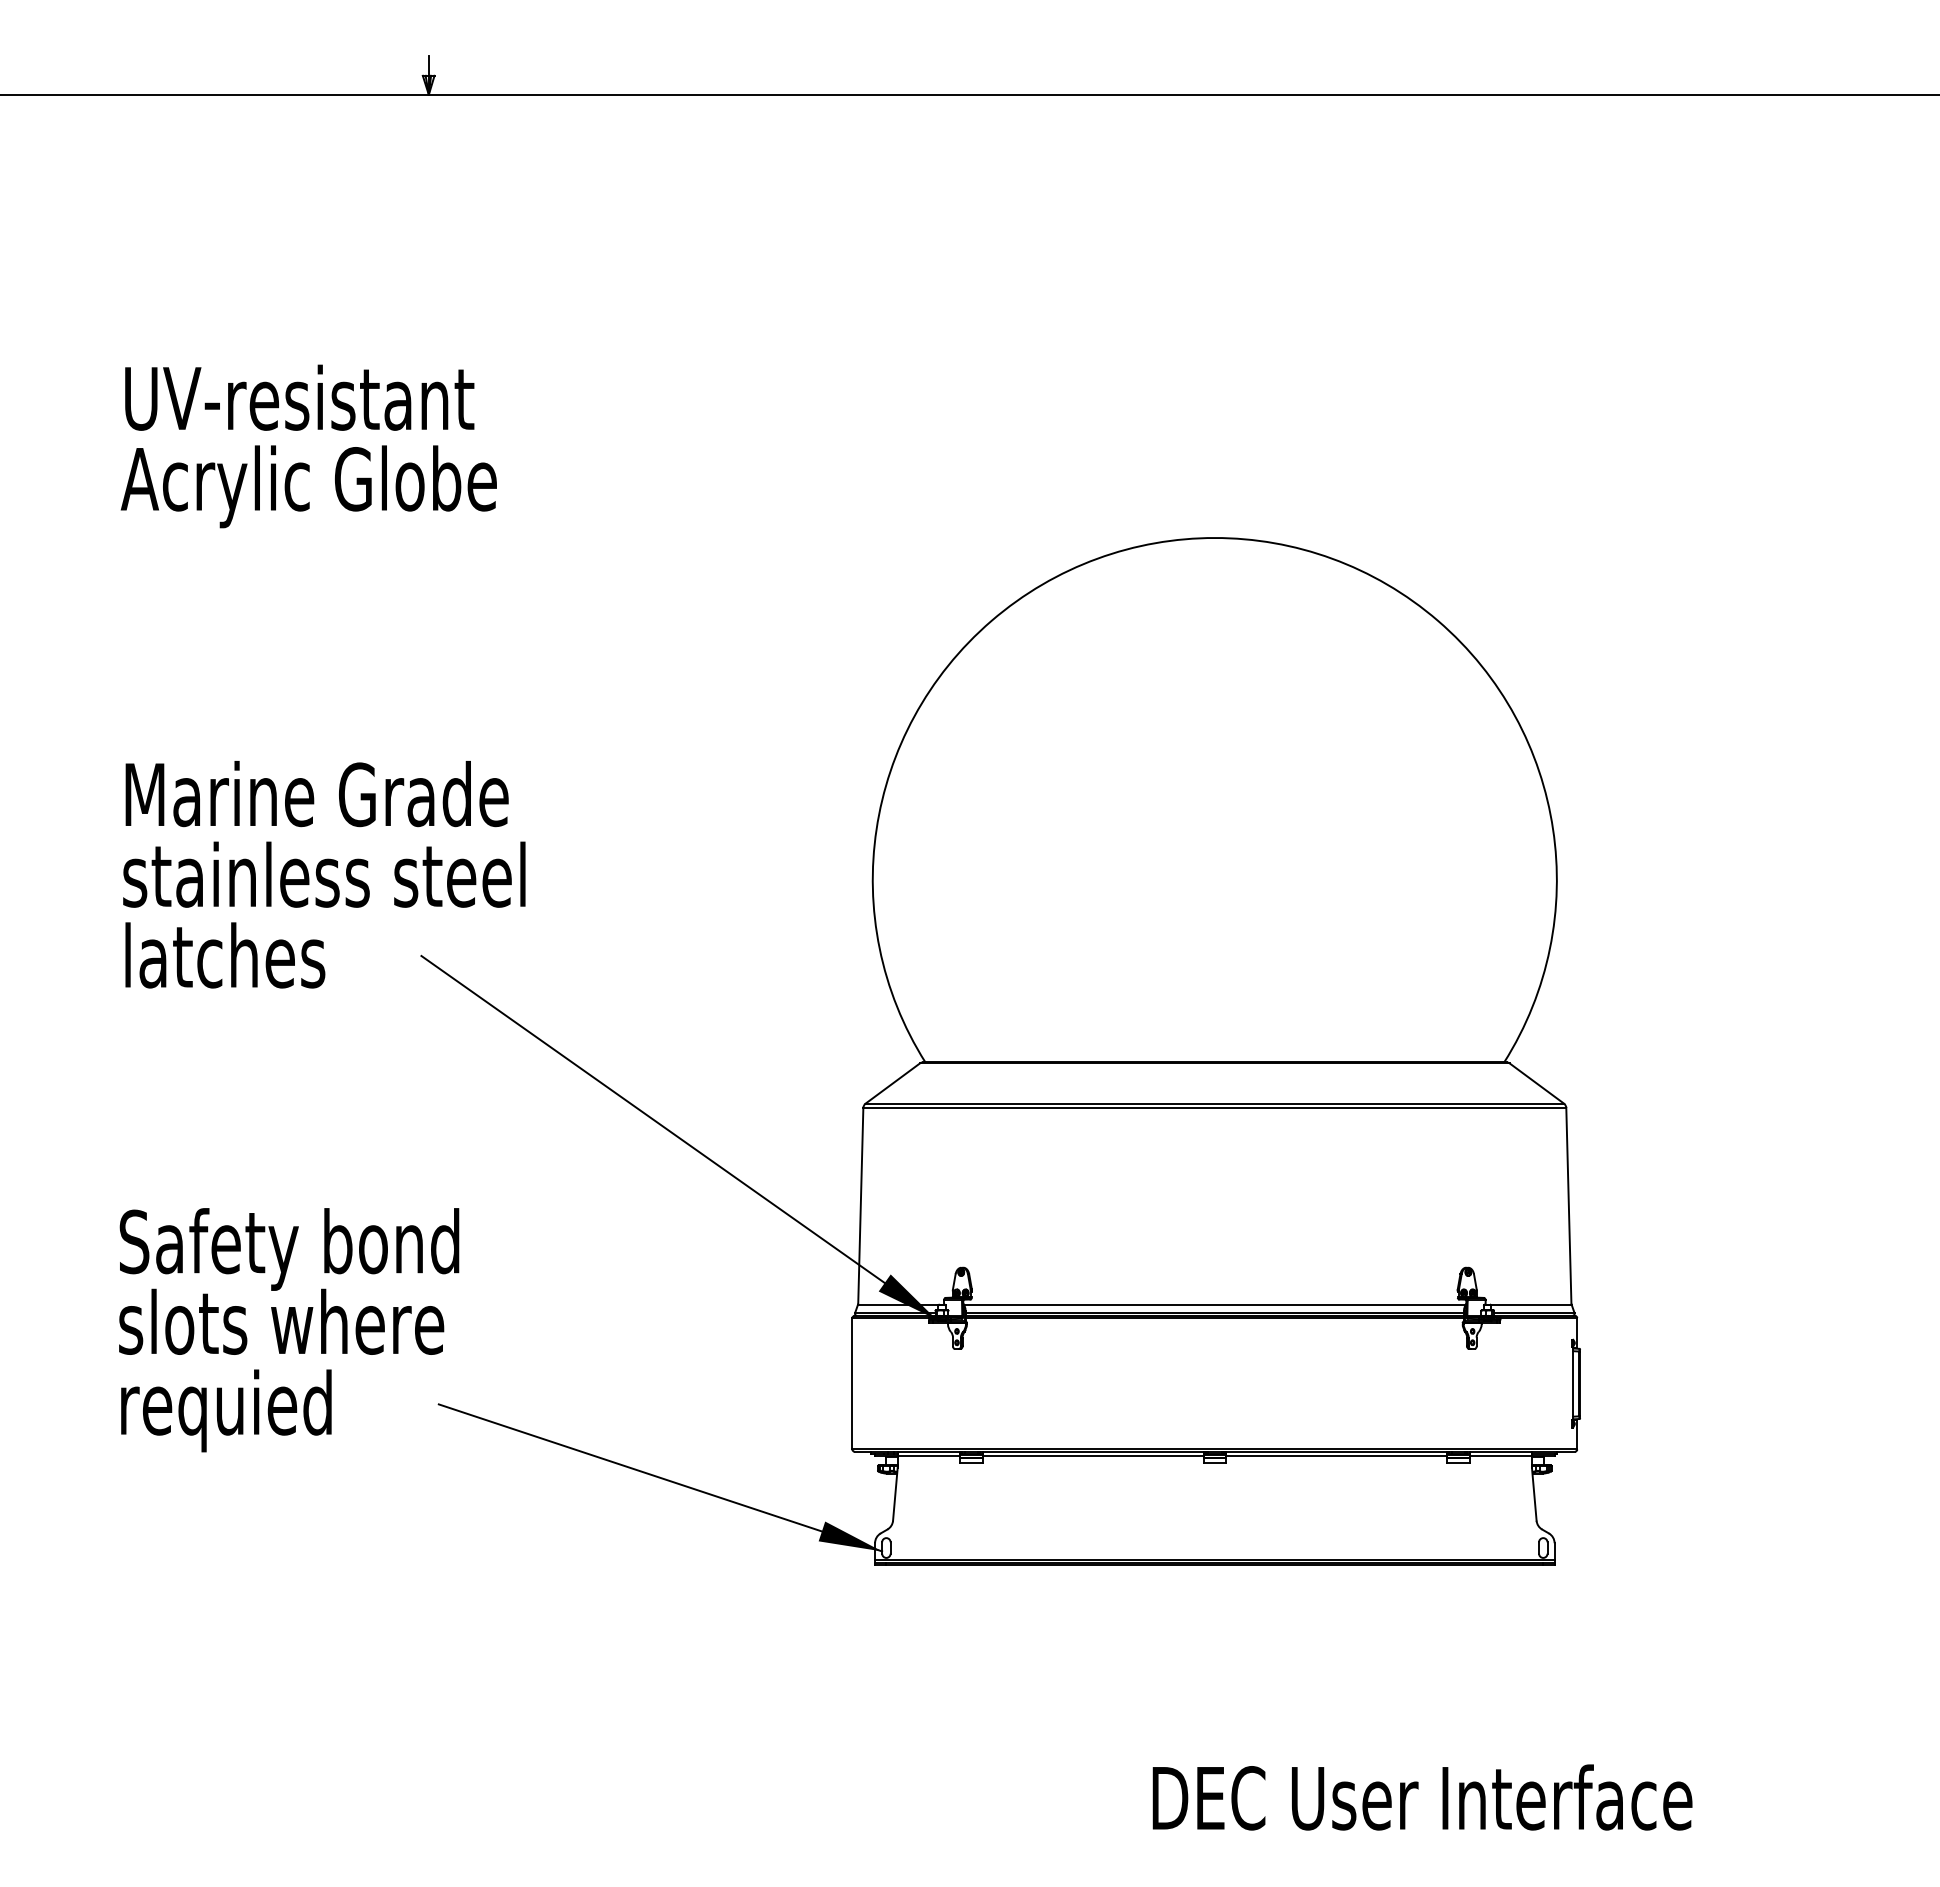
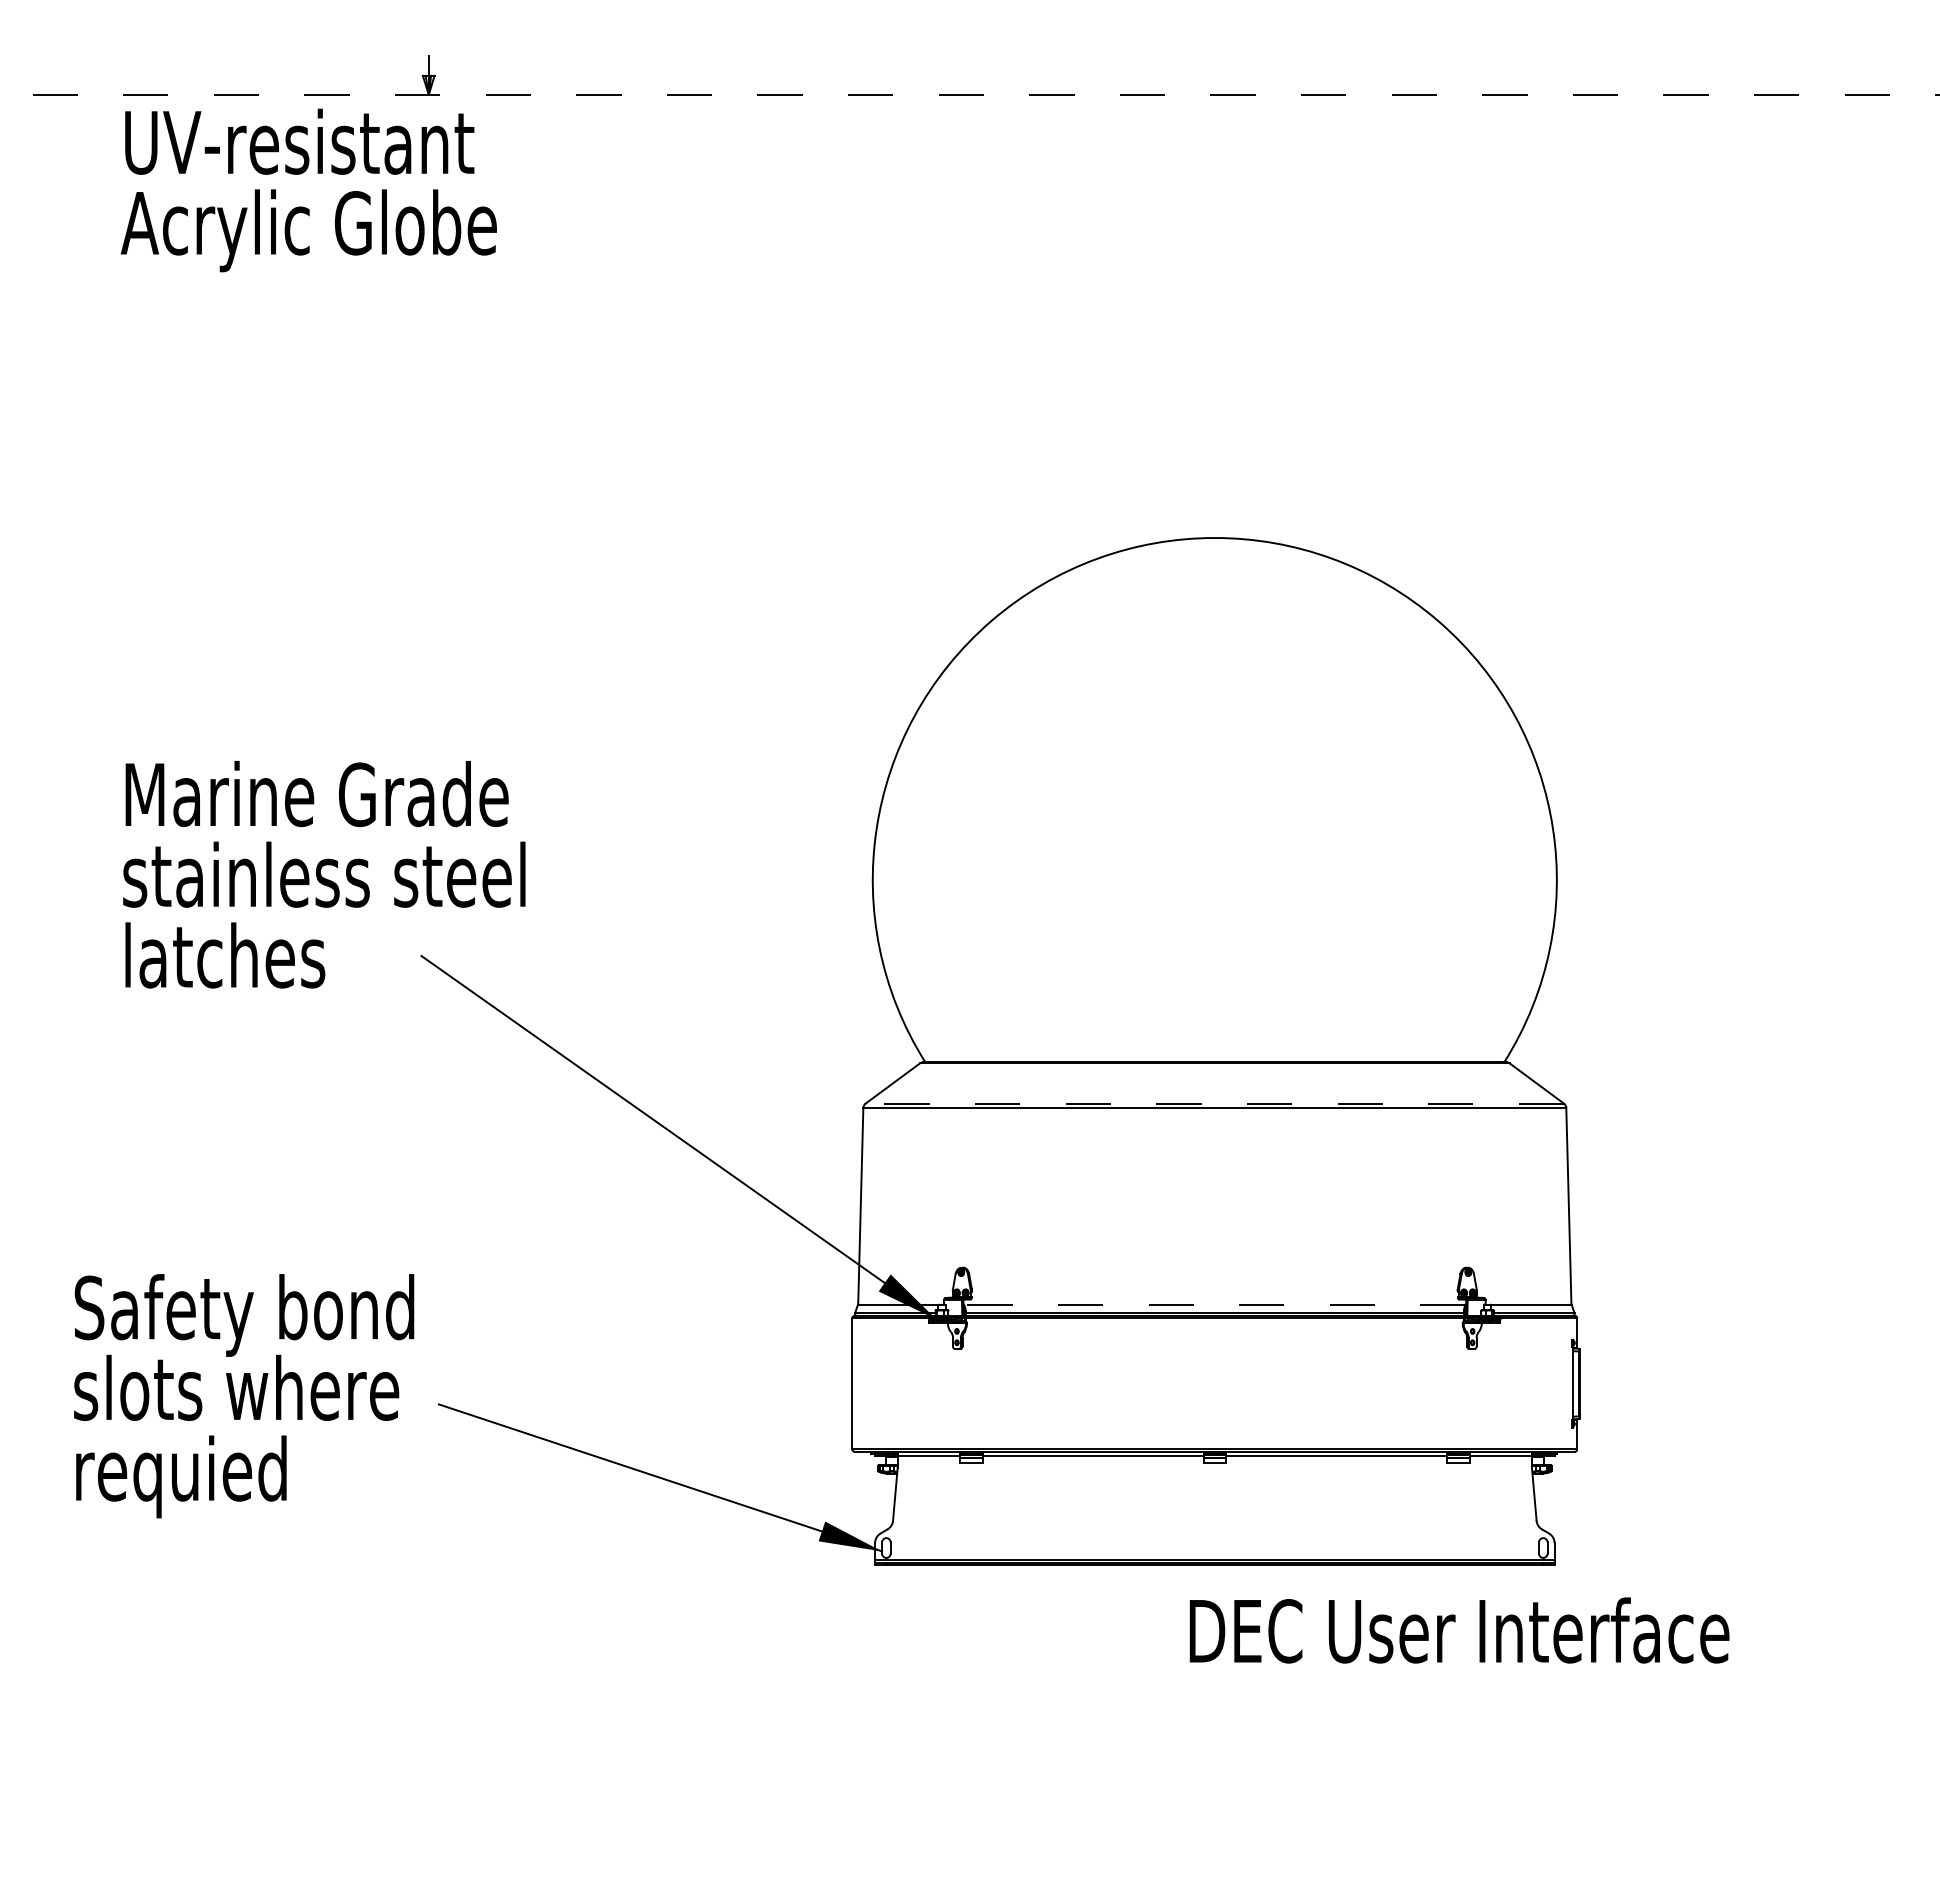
line at (969, 94): solid -> dashed
text at (308, 446) position: (308, 446) -> (308, 190)
line at (1214, 1103): solid -> dashed
line at (1214, 1304): solid -> dashed
text at (289, 1330) position: (289, 1330) -> (244, 1396)
text at (1422, 1797) position: (1422, 1797) -> (1459, 1630)
